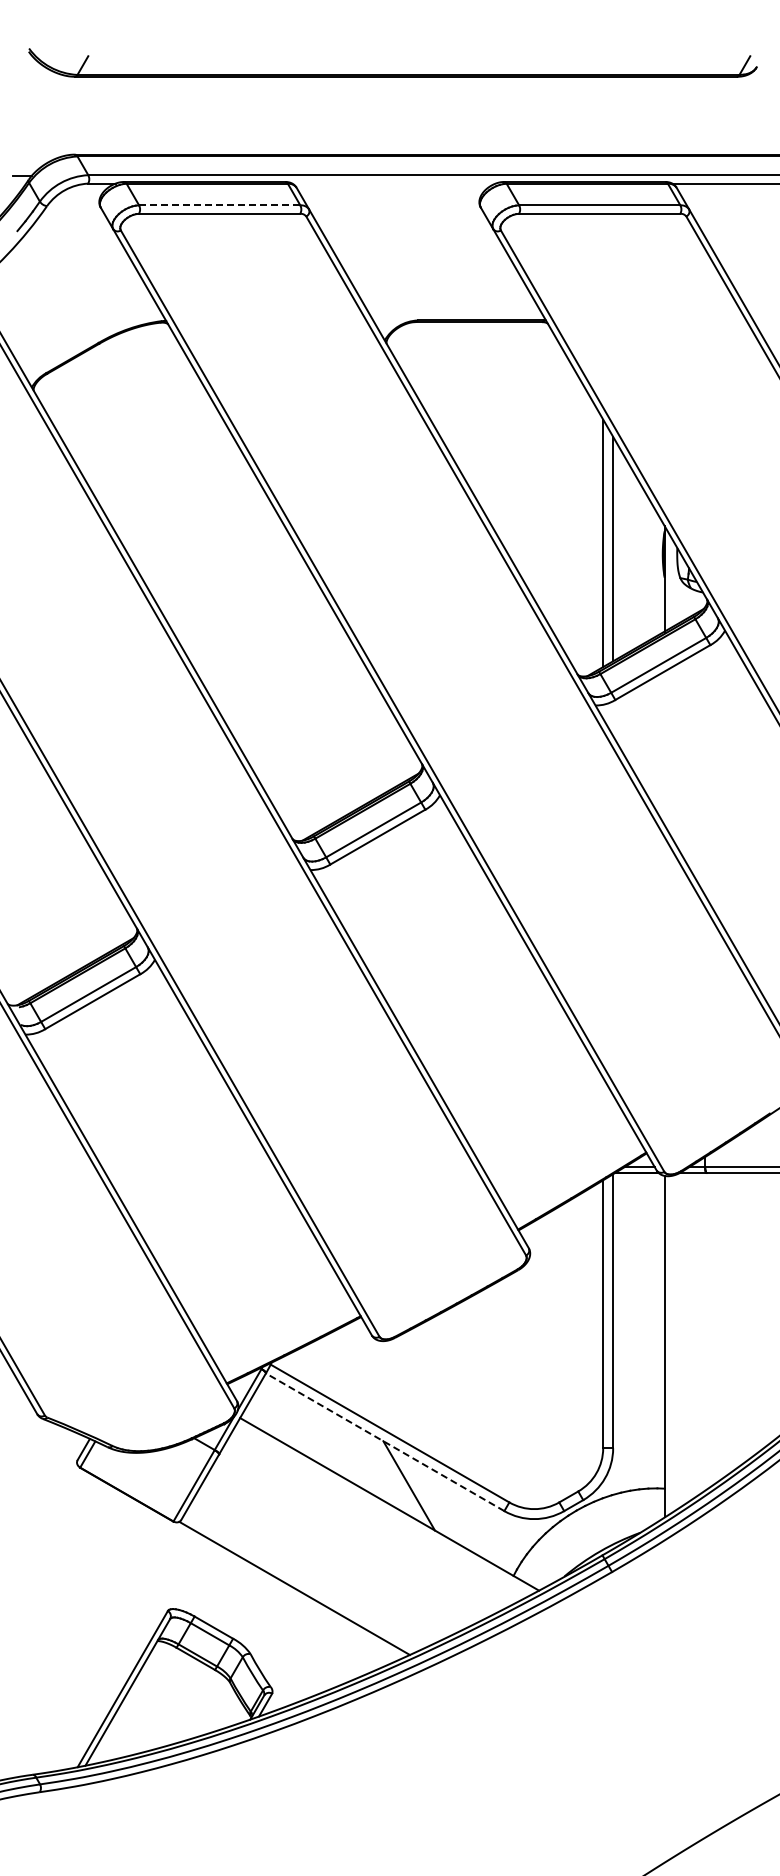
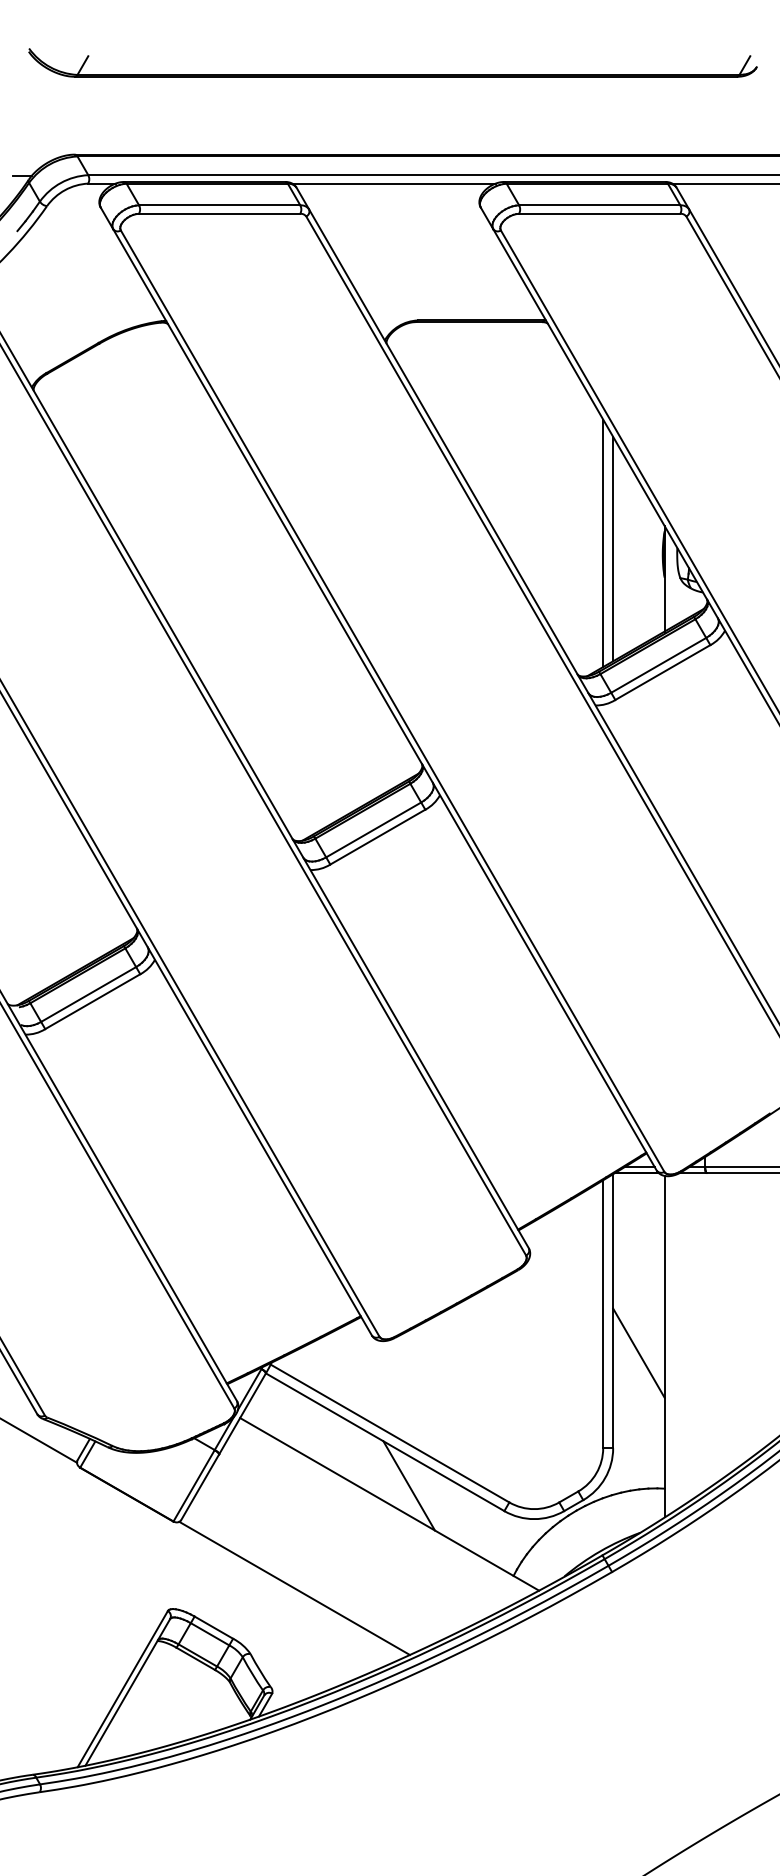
line at (393, 183): none -> present
line at (219, 205): dashed -> solid
line at (638, 1352): none -> present
line at (39, 1440): none -> present
line at (385, 1442): dashed -> solid
